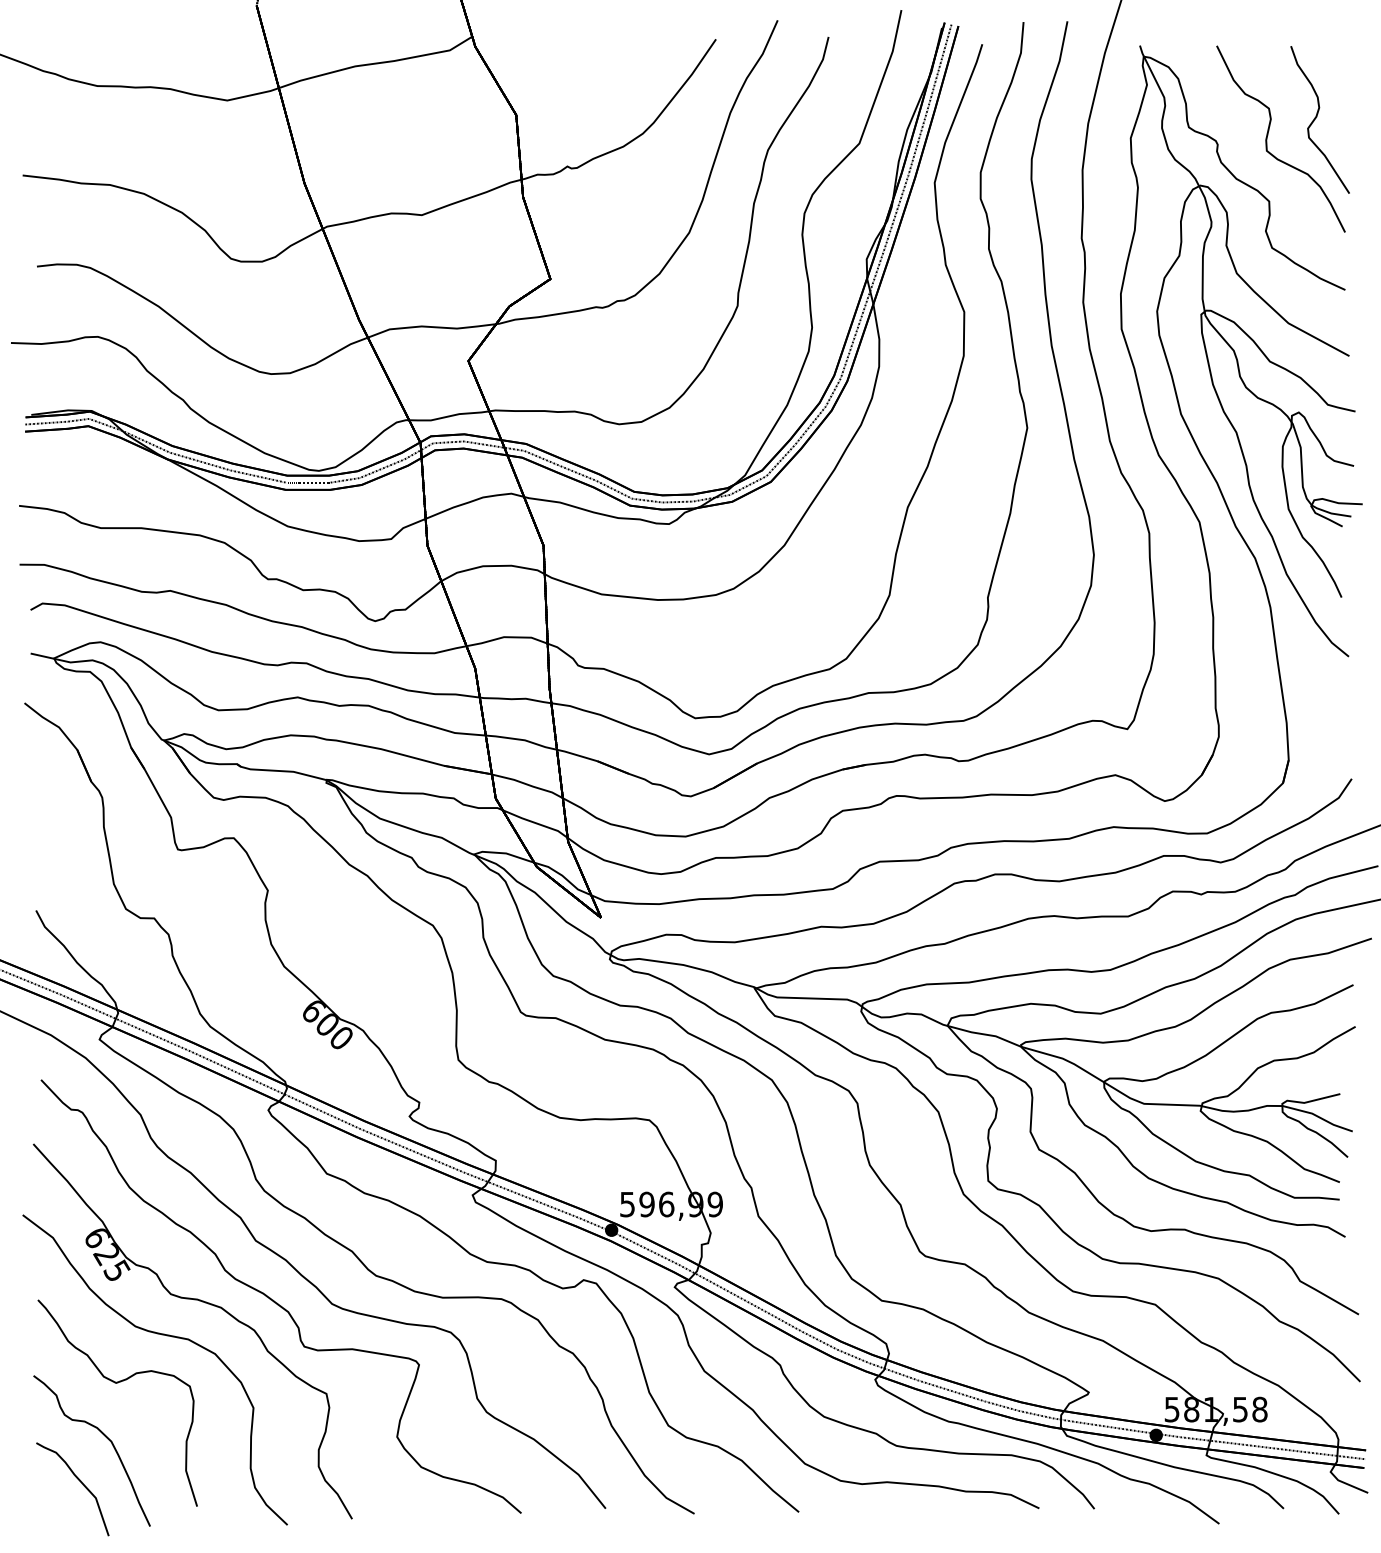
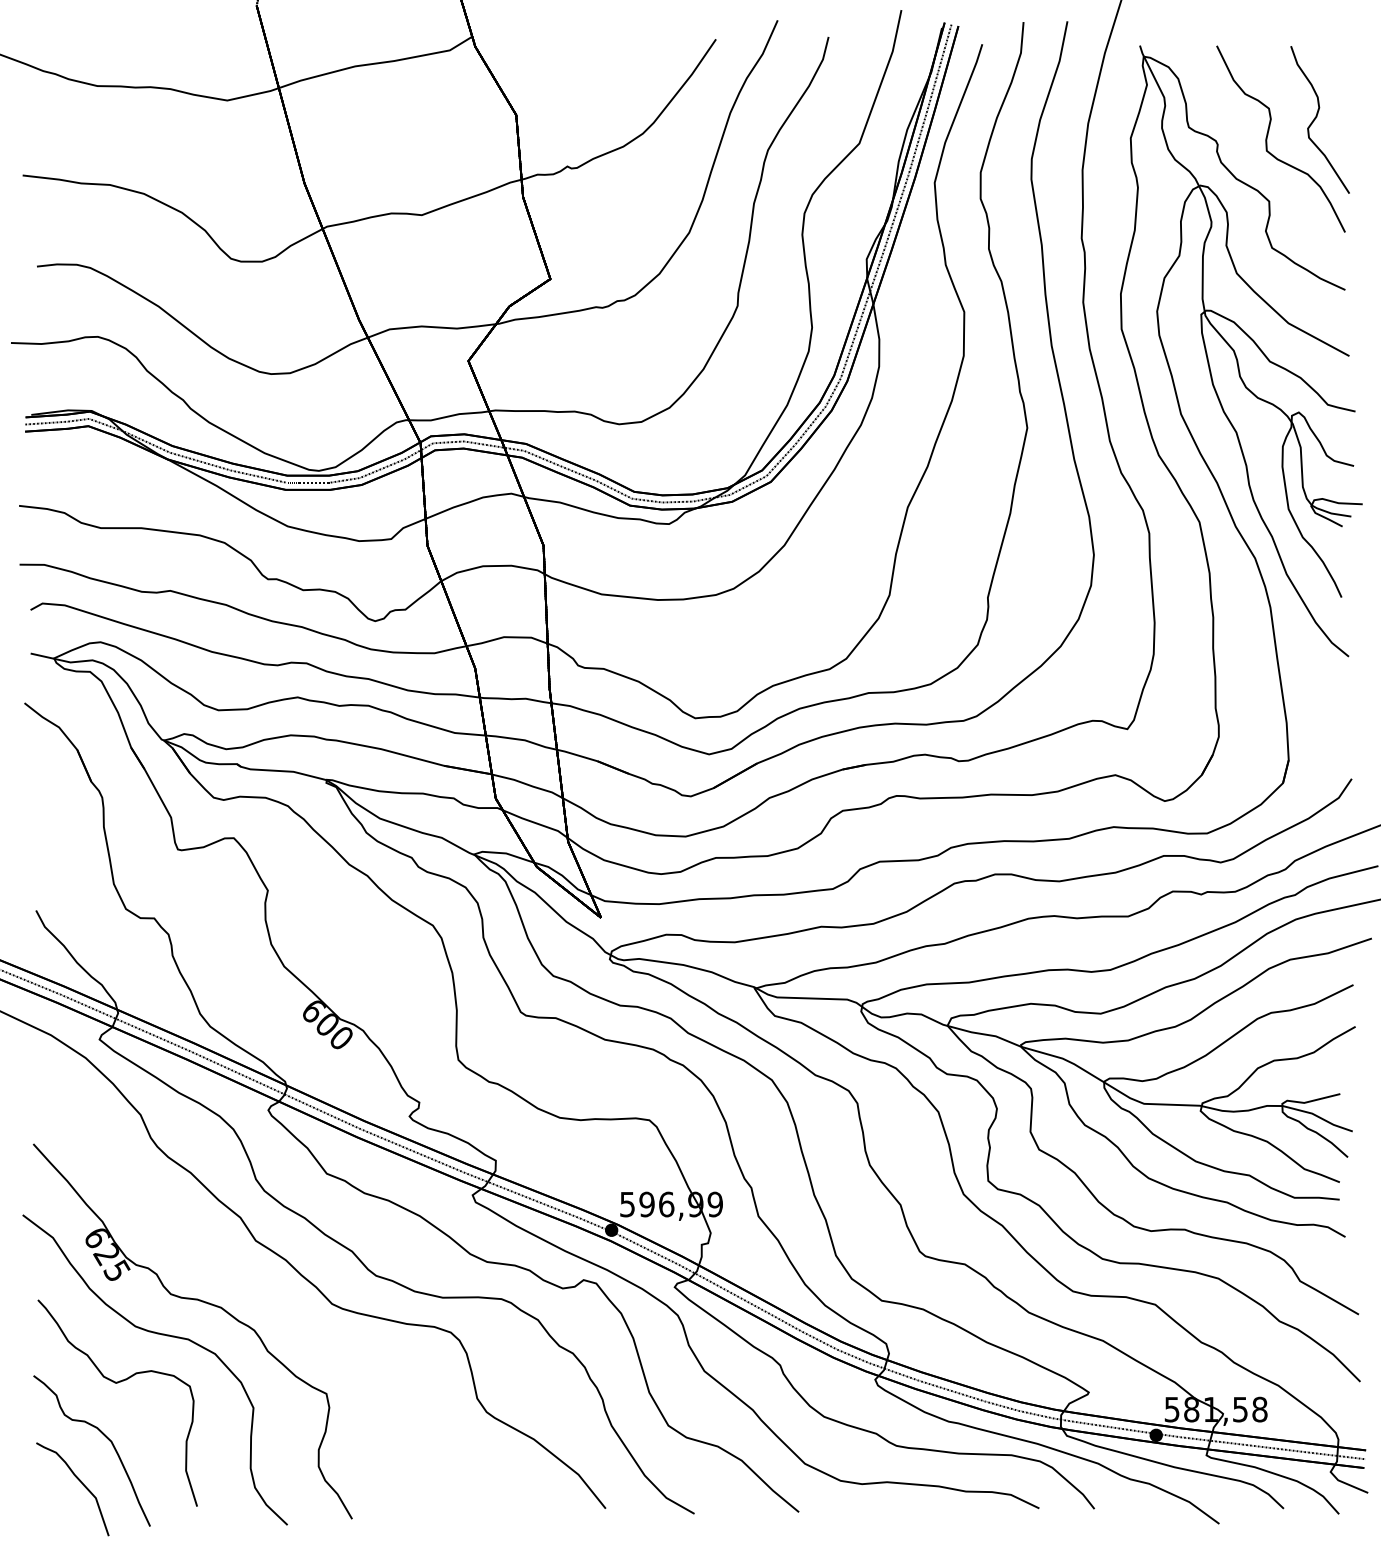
curve at (277, 1302): present -> none
